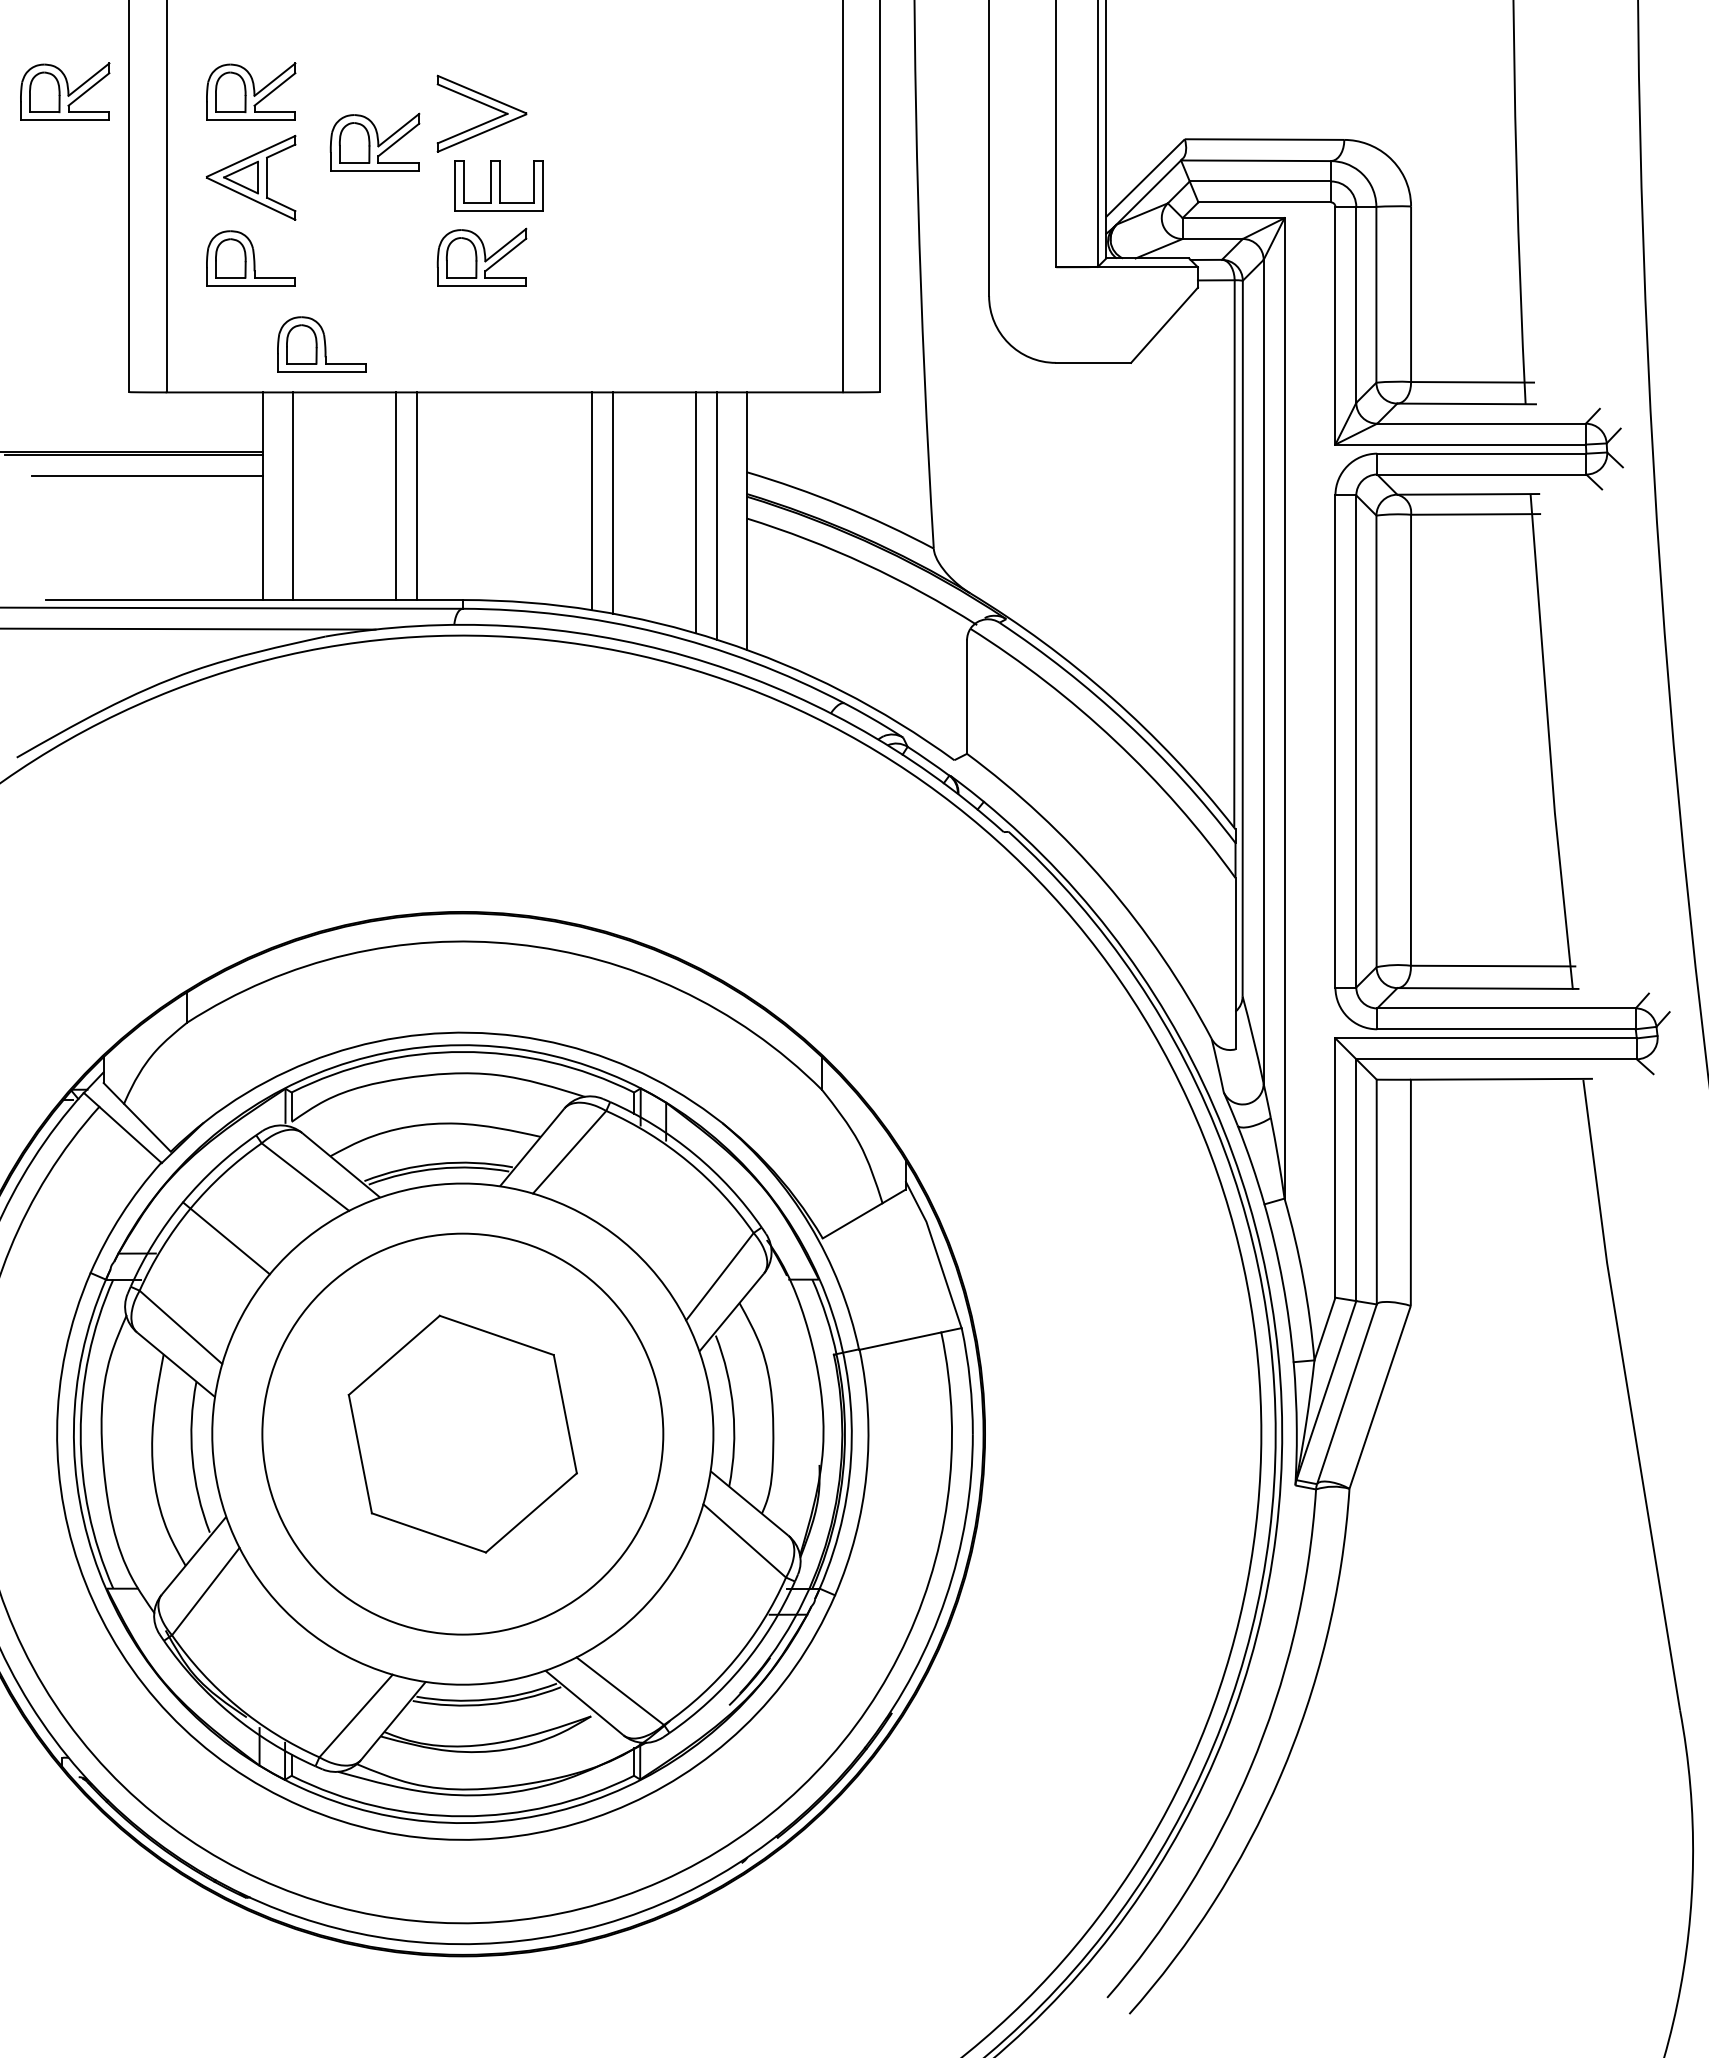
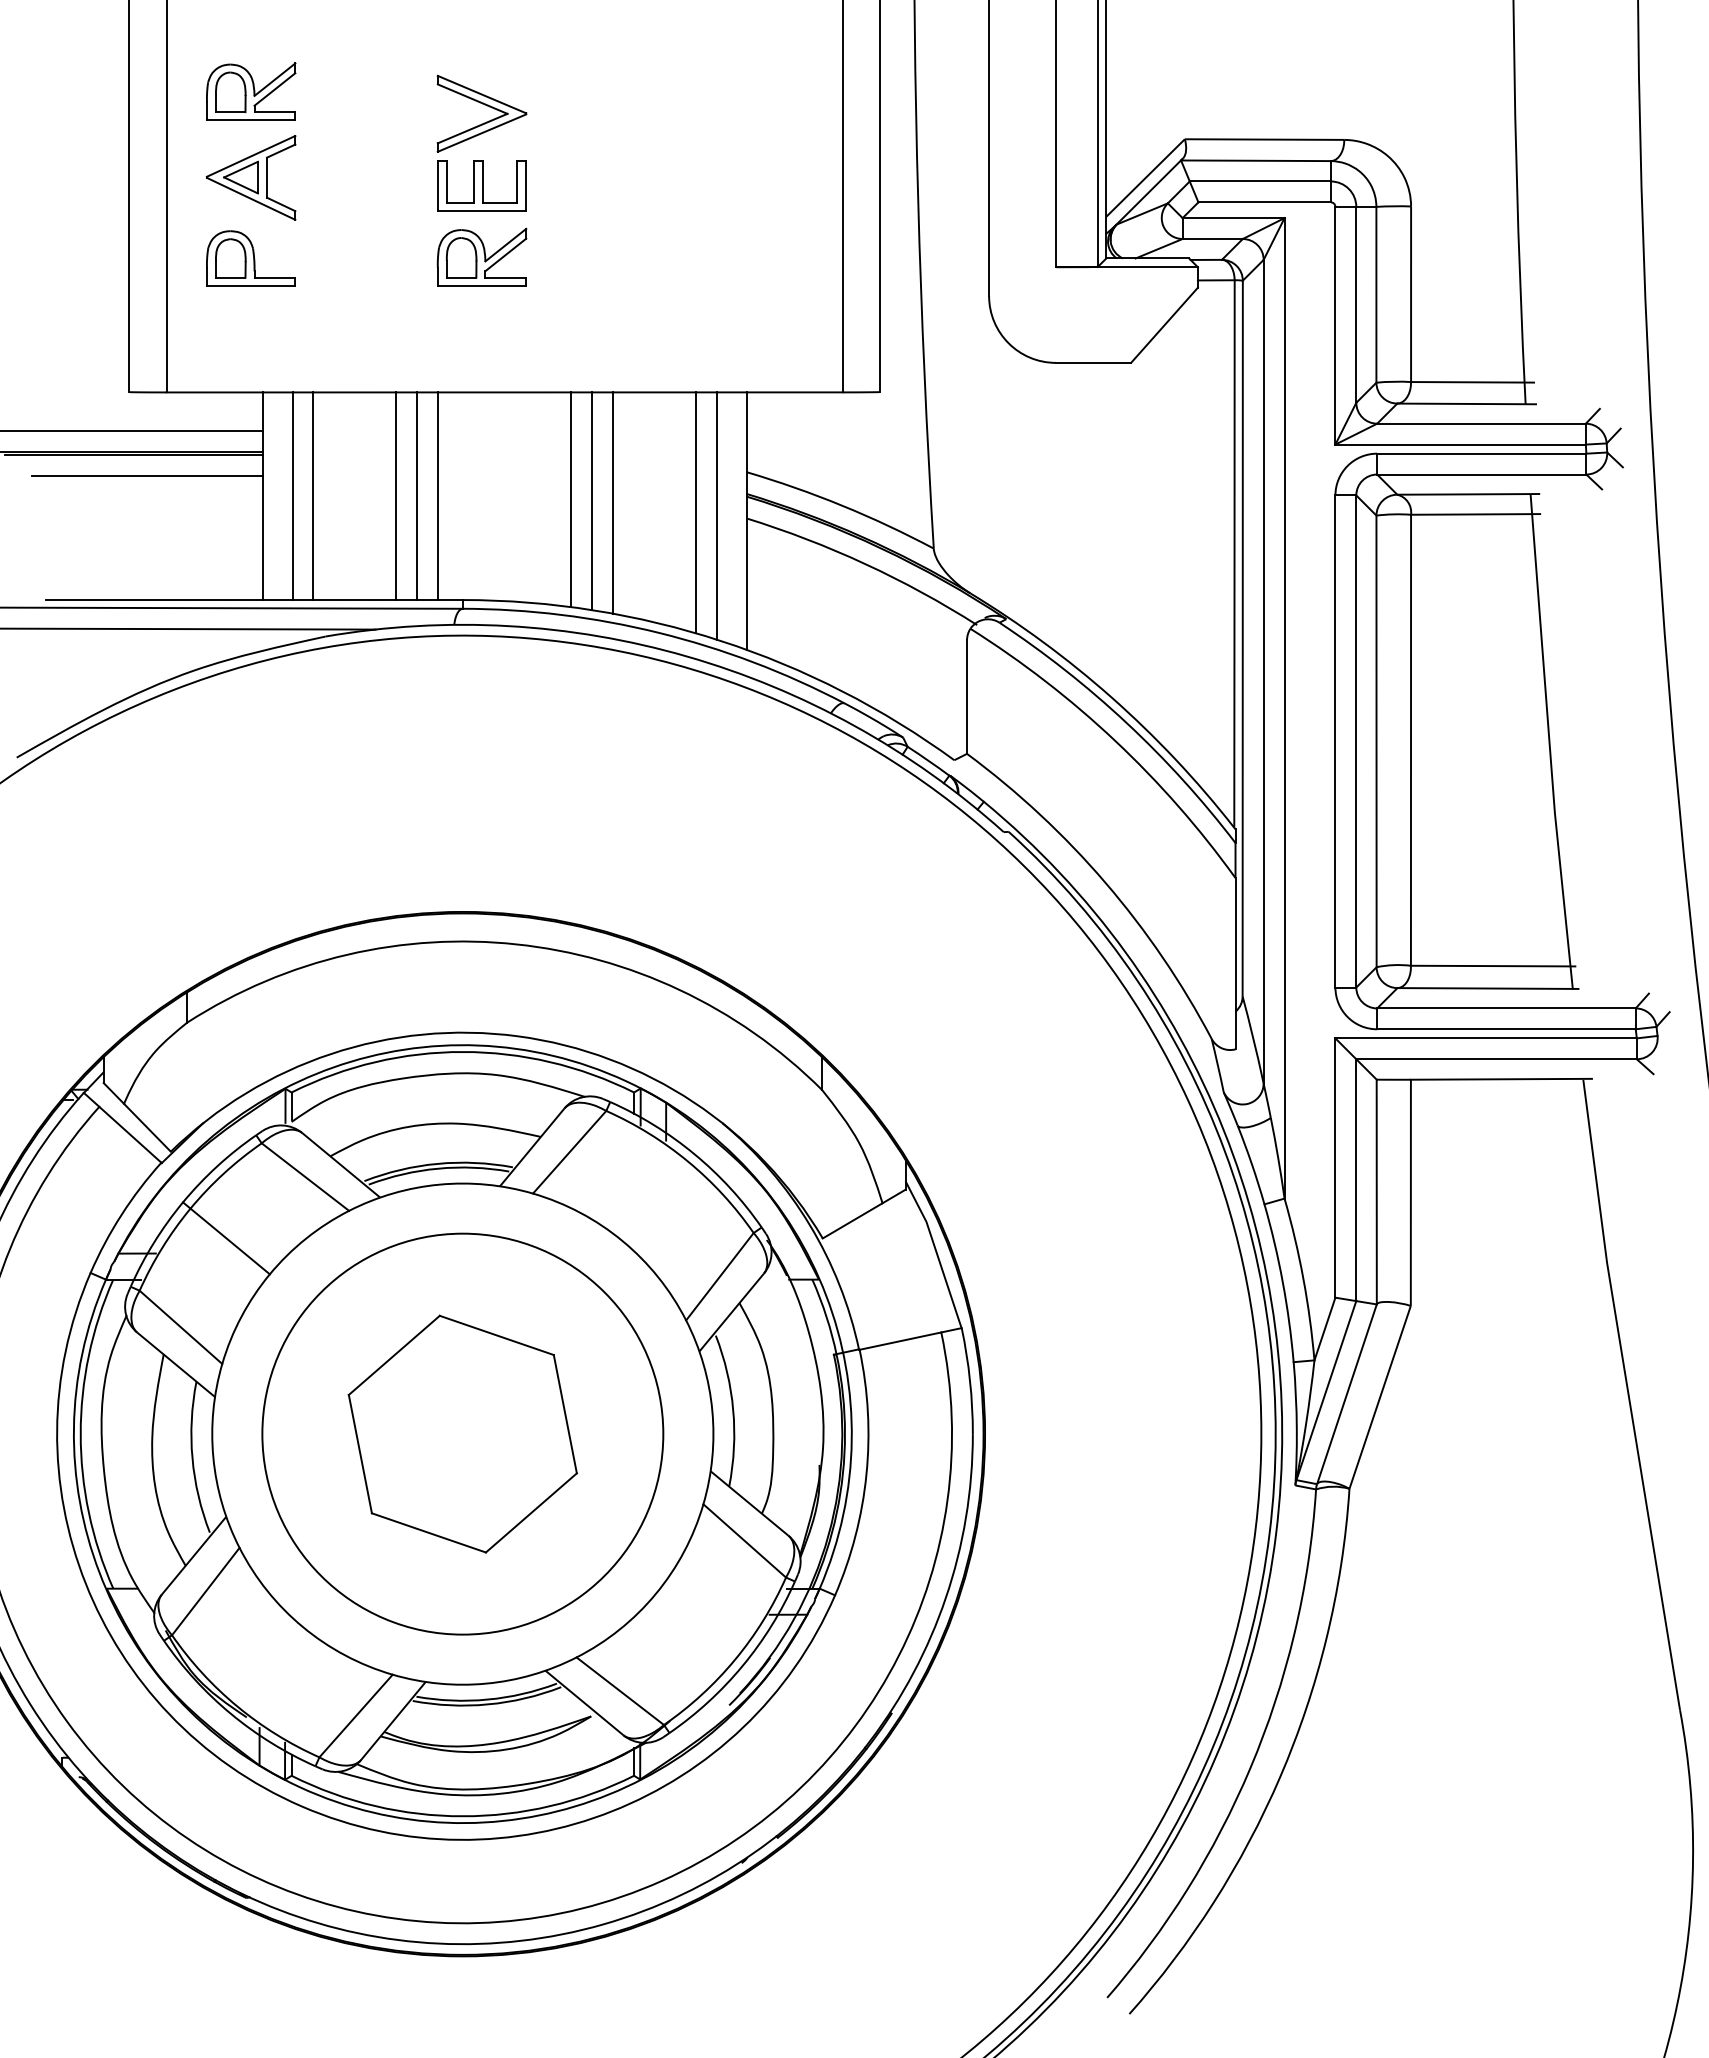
part at (65, 91): present -> none
part at (374, 141): present -> none
part at (498, 185) position: (498, 185) -> (481, 185)
part at (321, 344): present -> none
line at (132, 431): none -> present
line at (313, 496): none -> present
line at (437, 496): none -> present
line at (571, 499): none -> present
